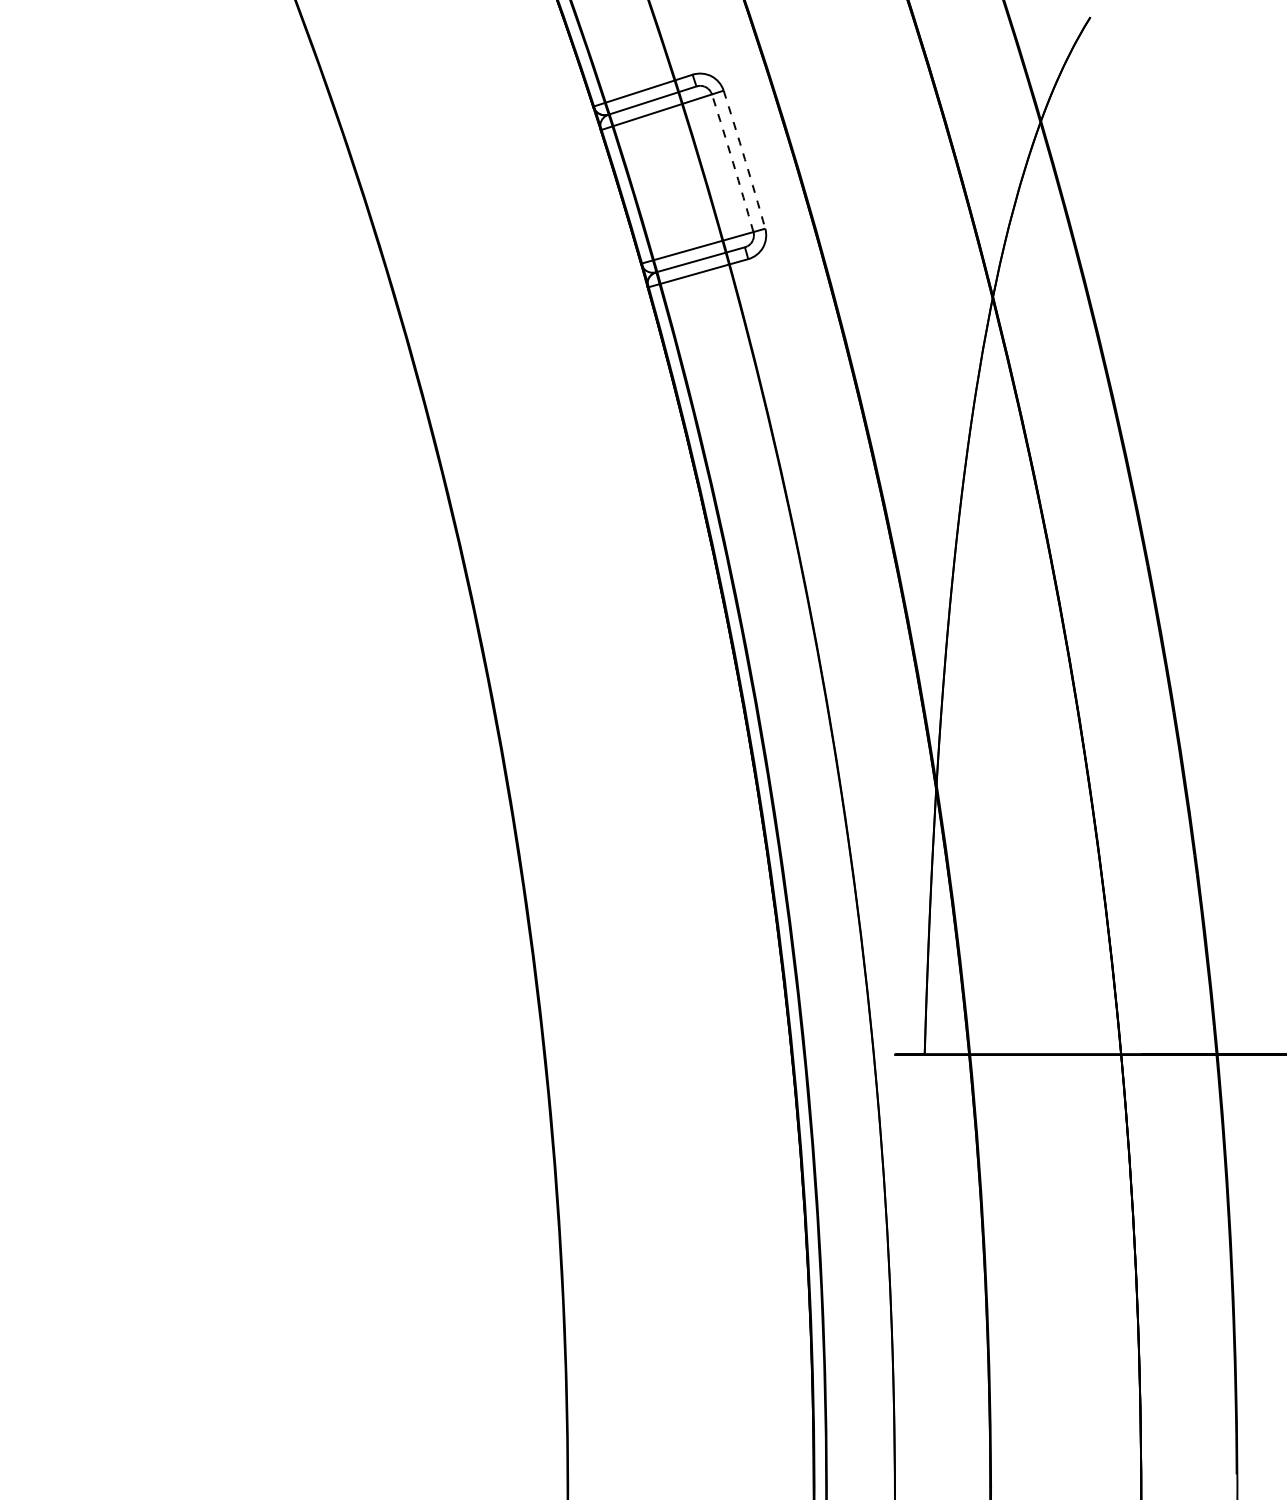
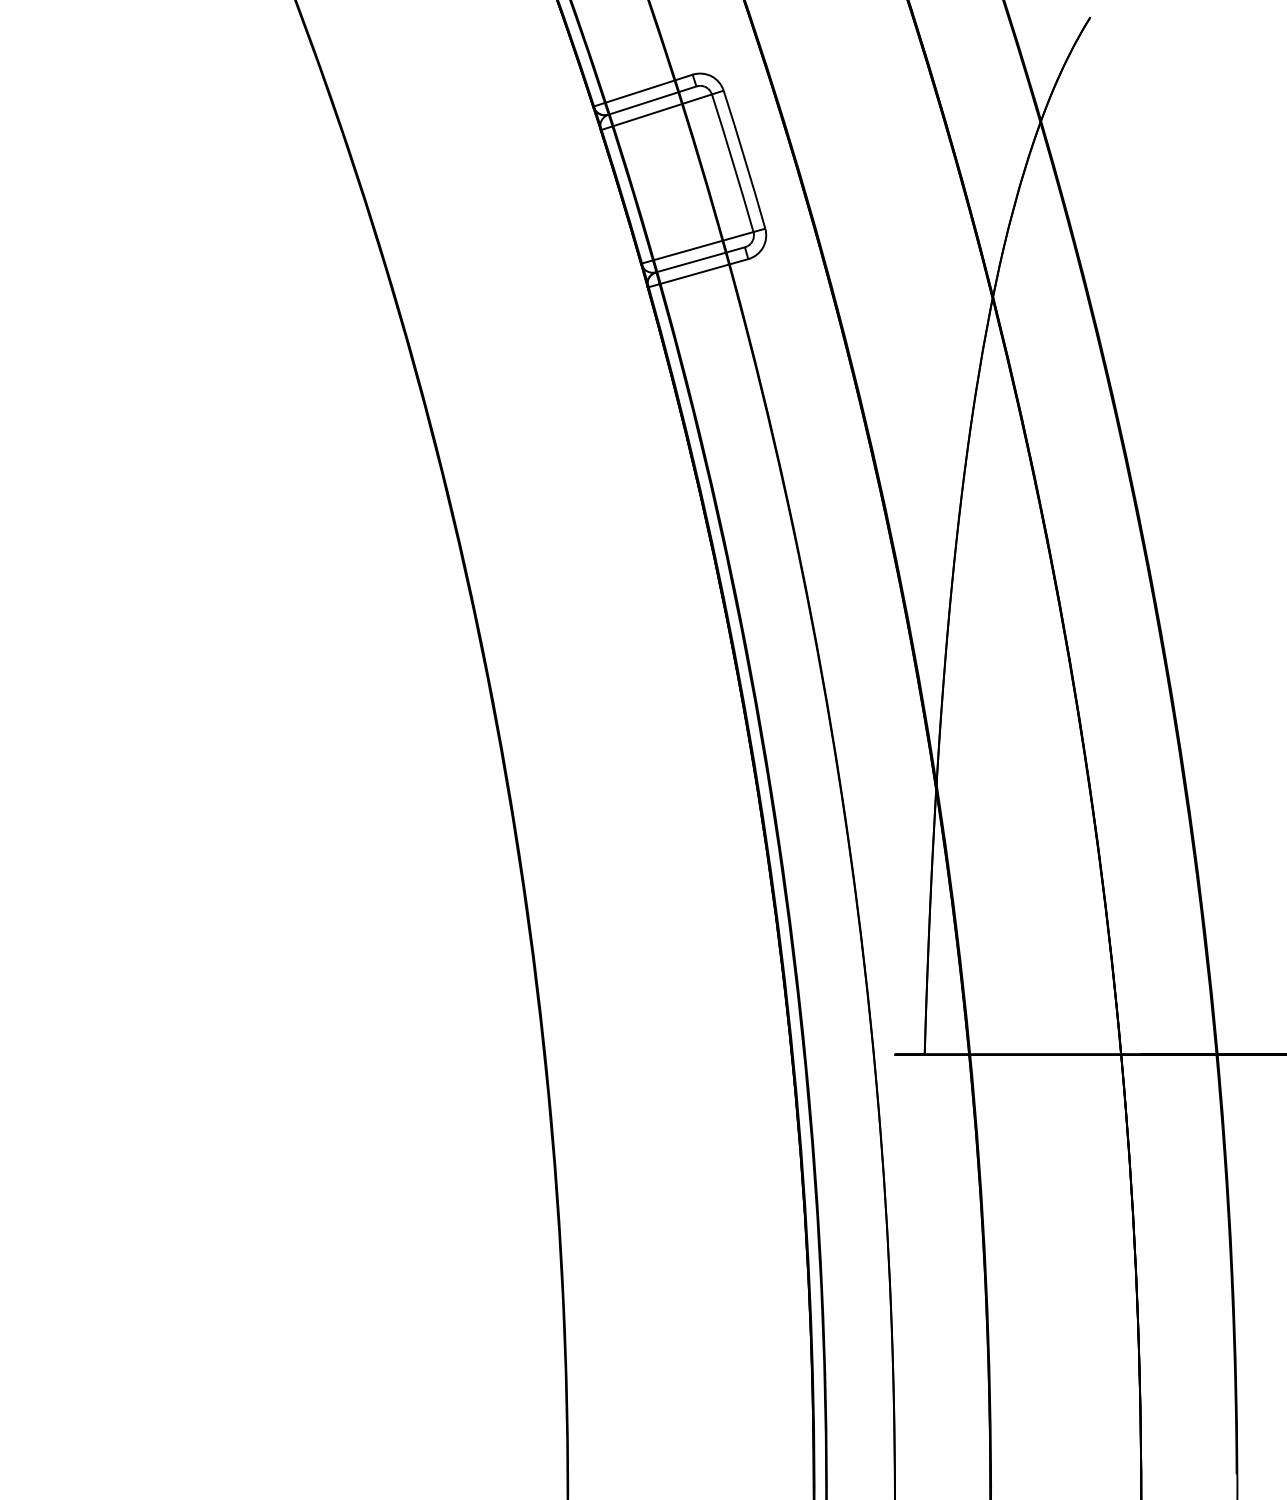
arc at (745, 159): dashed -> solid
arc at (733, 163): dashed -> solid
